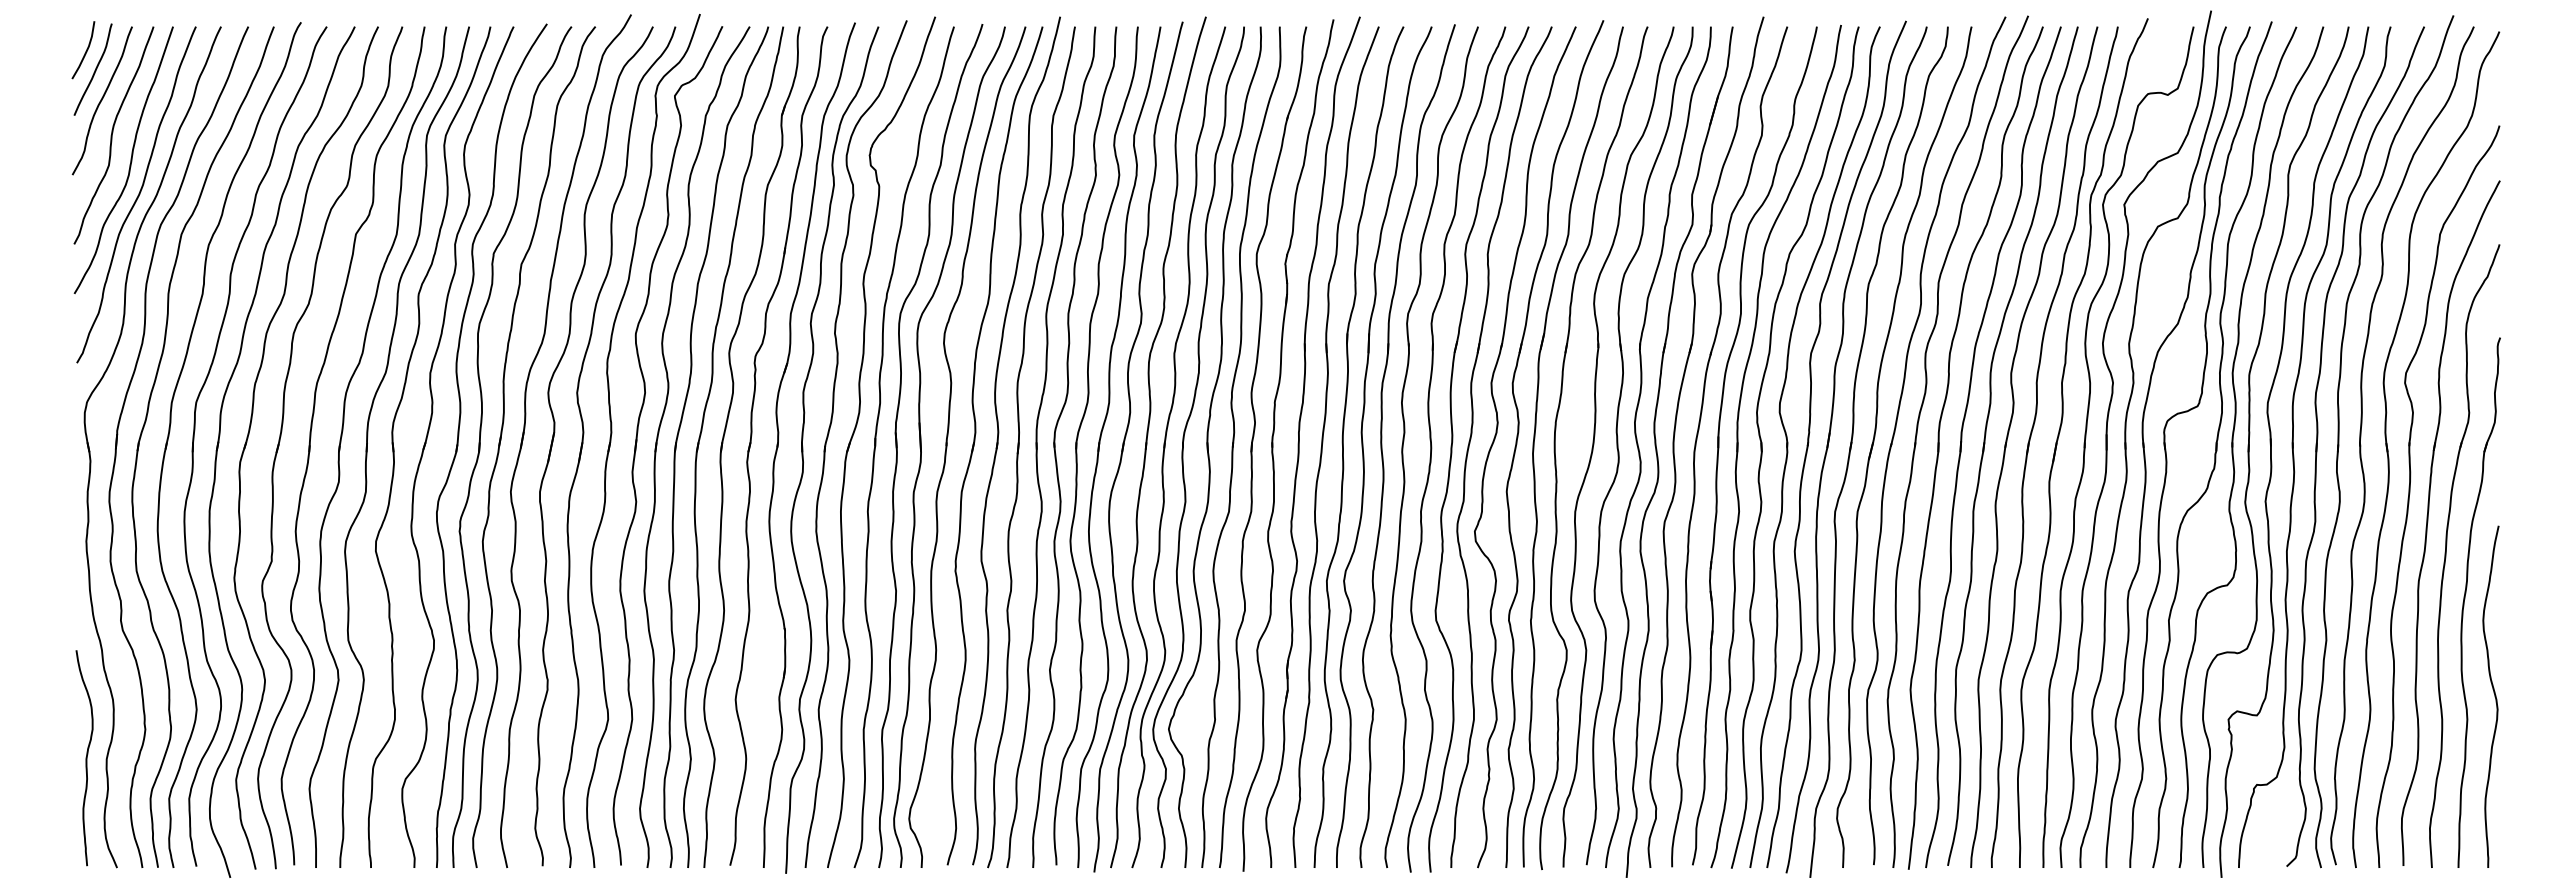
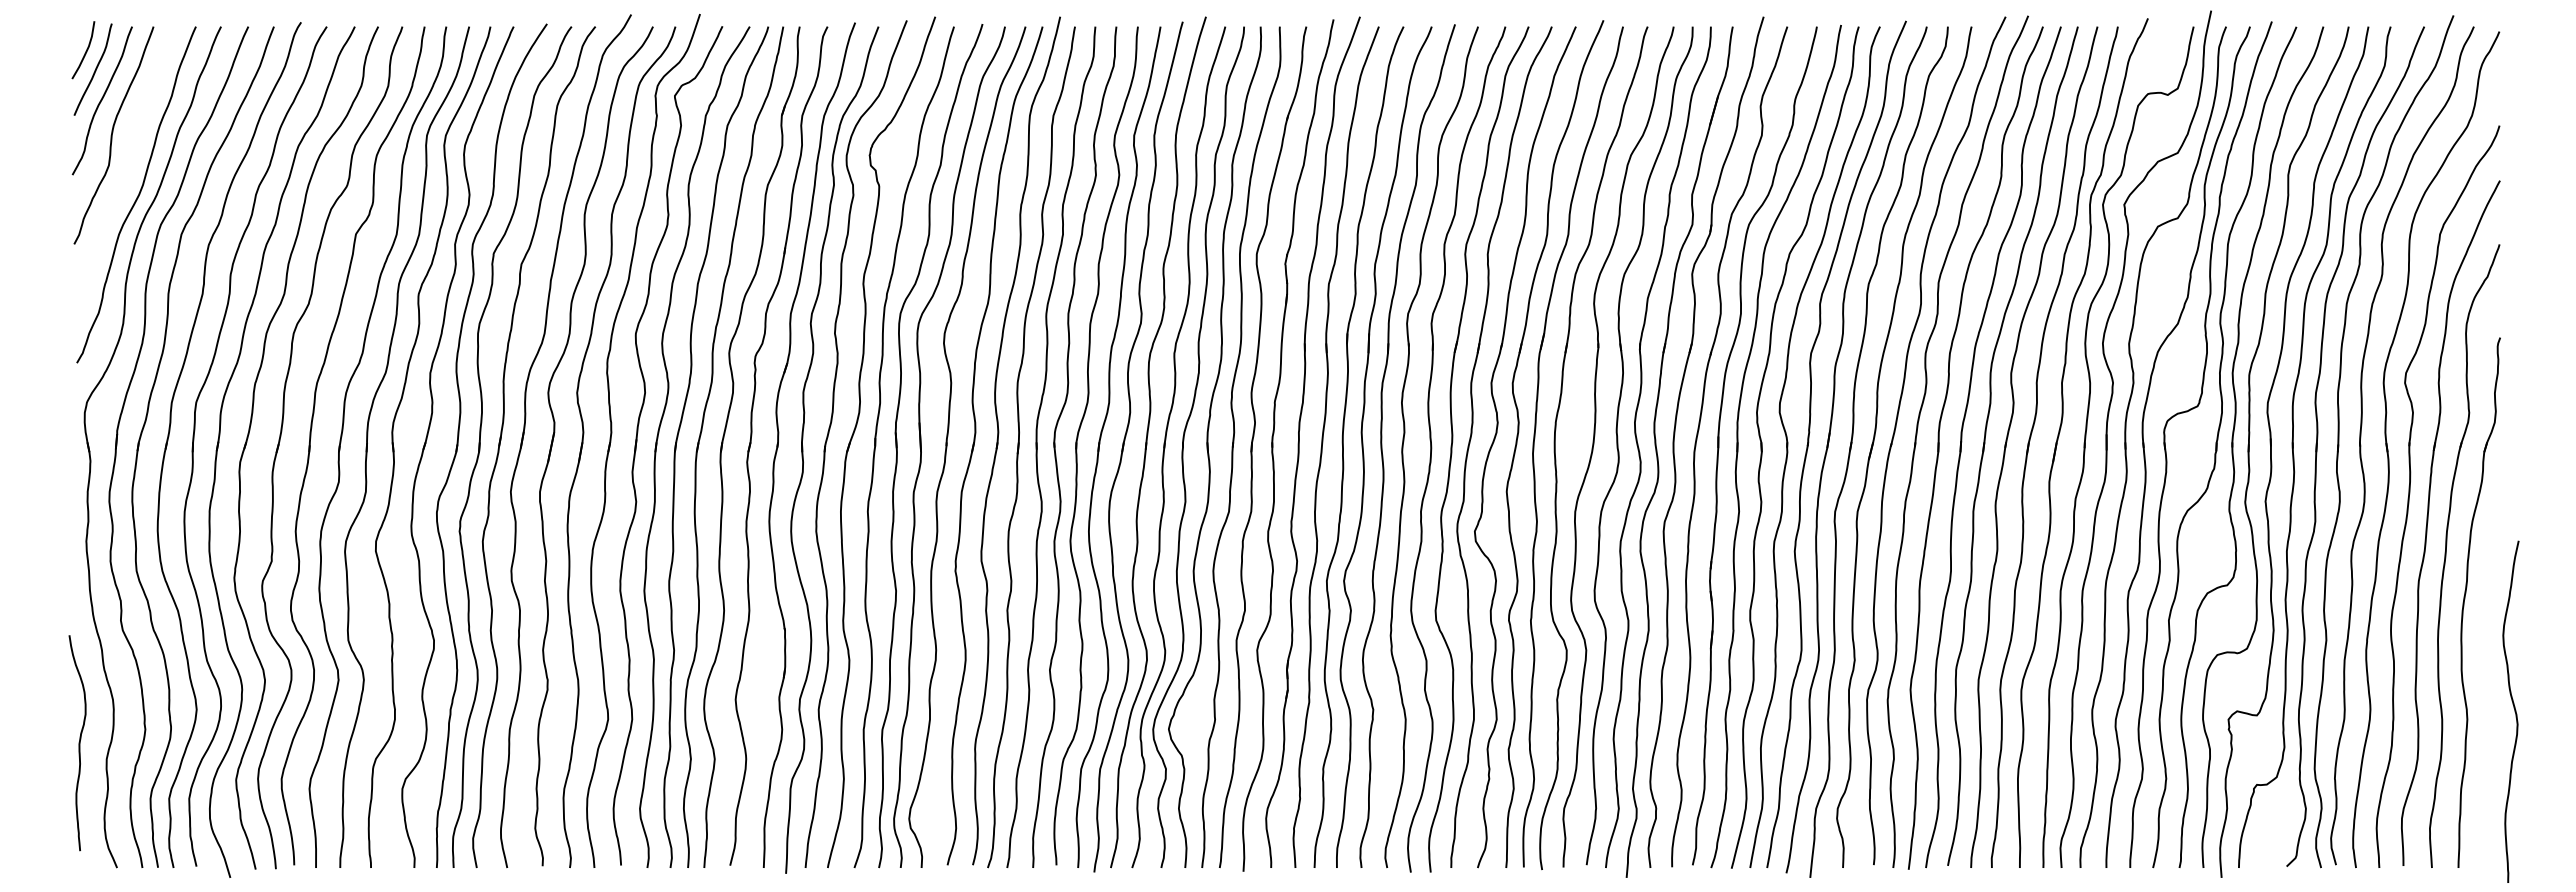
curve at (130, 160): present -> none
curve at (2494, 696) position: (2494, 696) -> (2514, 711)
curve at (85, 758) position: (85, 758) -> (78, 743)
